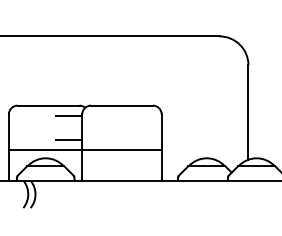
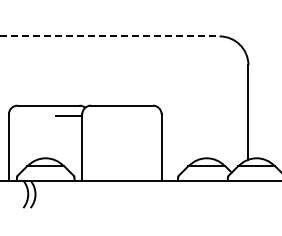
line at (110, 36): solid -> dashed
line at (68, 139): present -> none
line at (84, 150): present -> none
